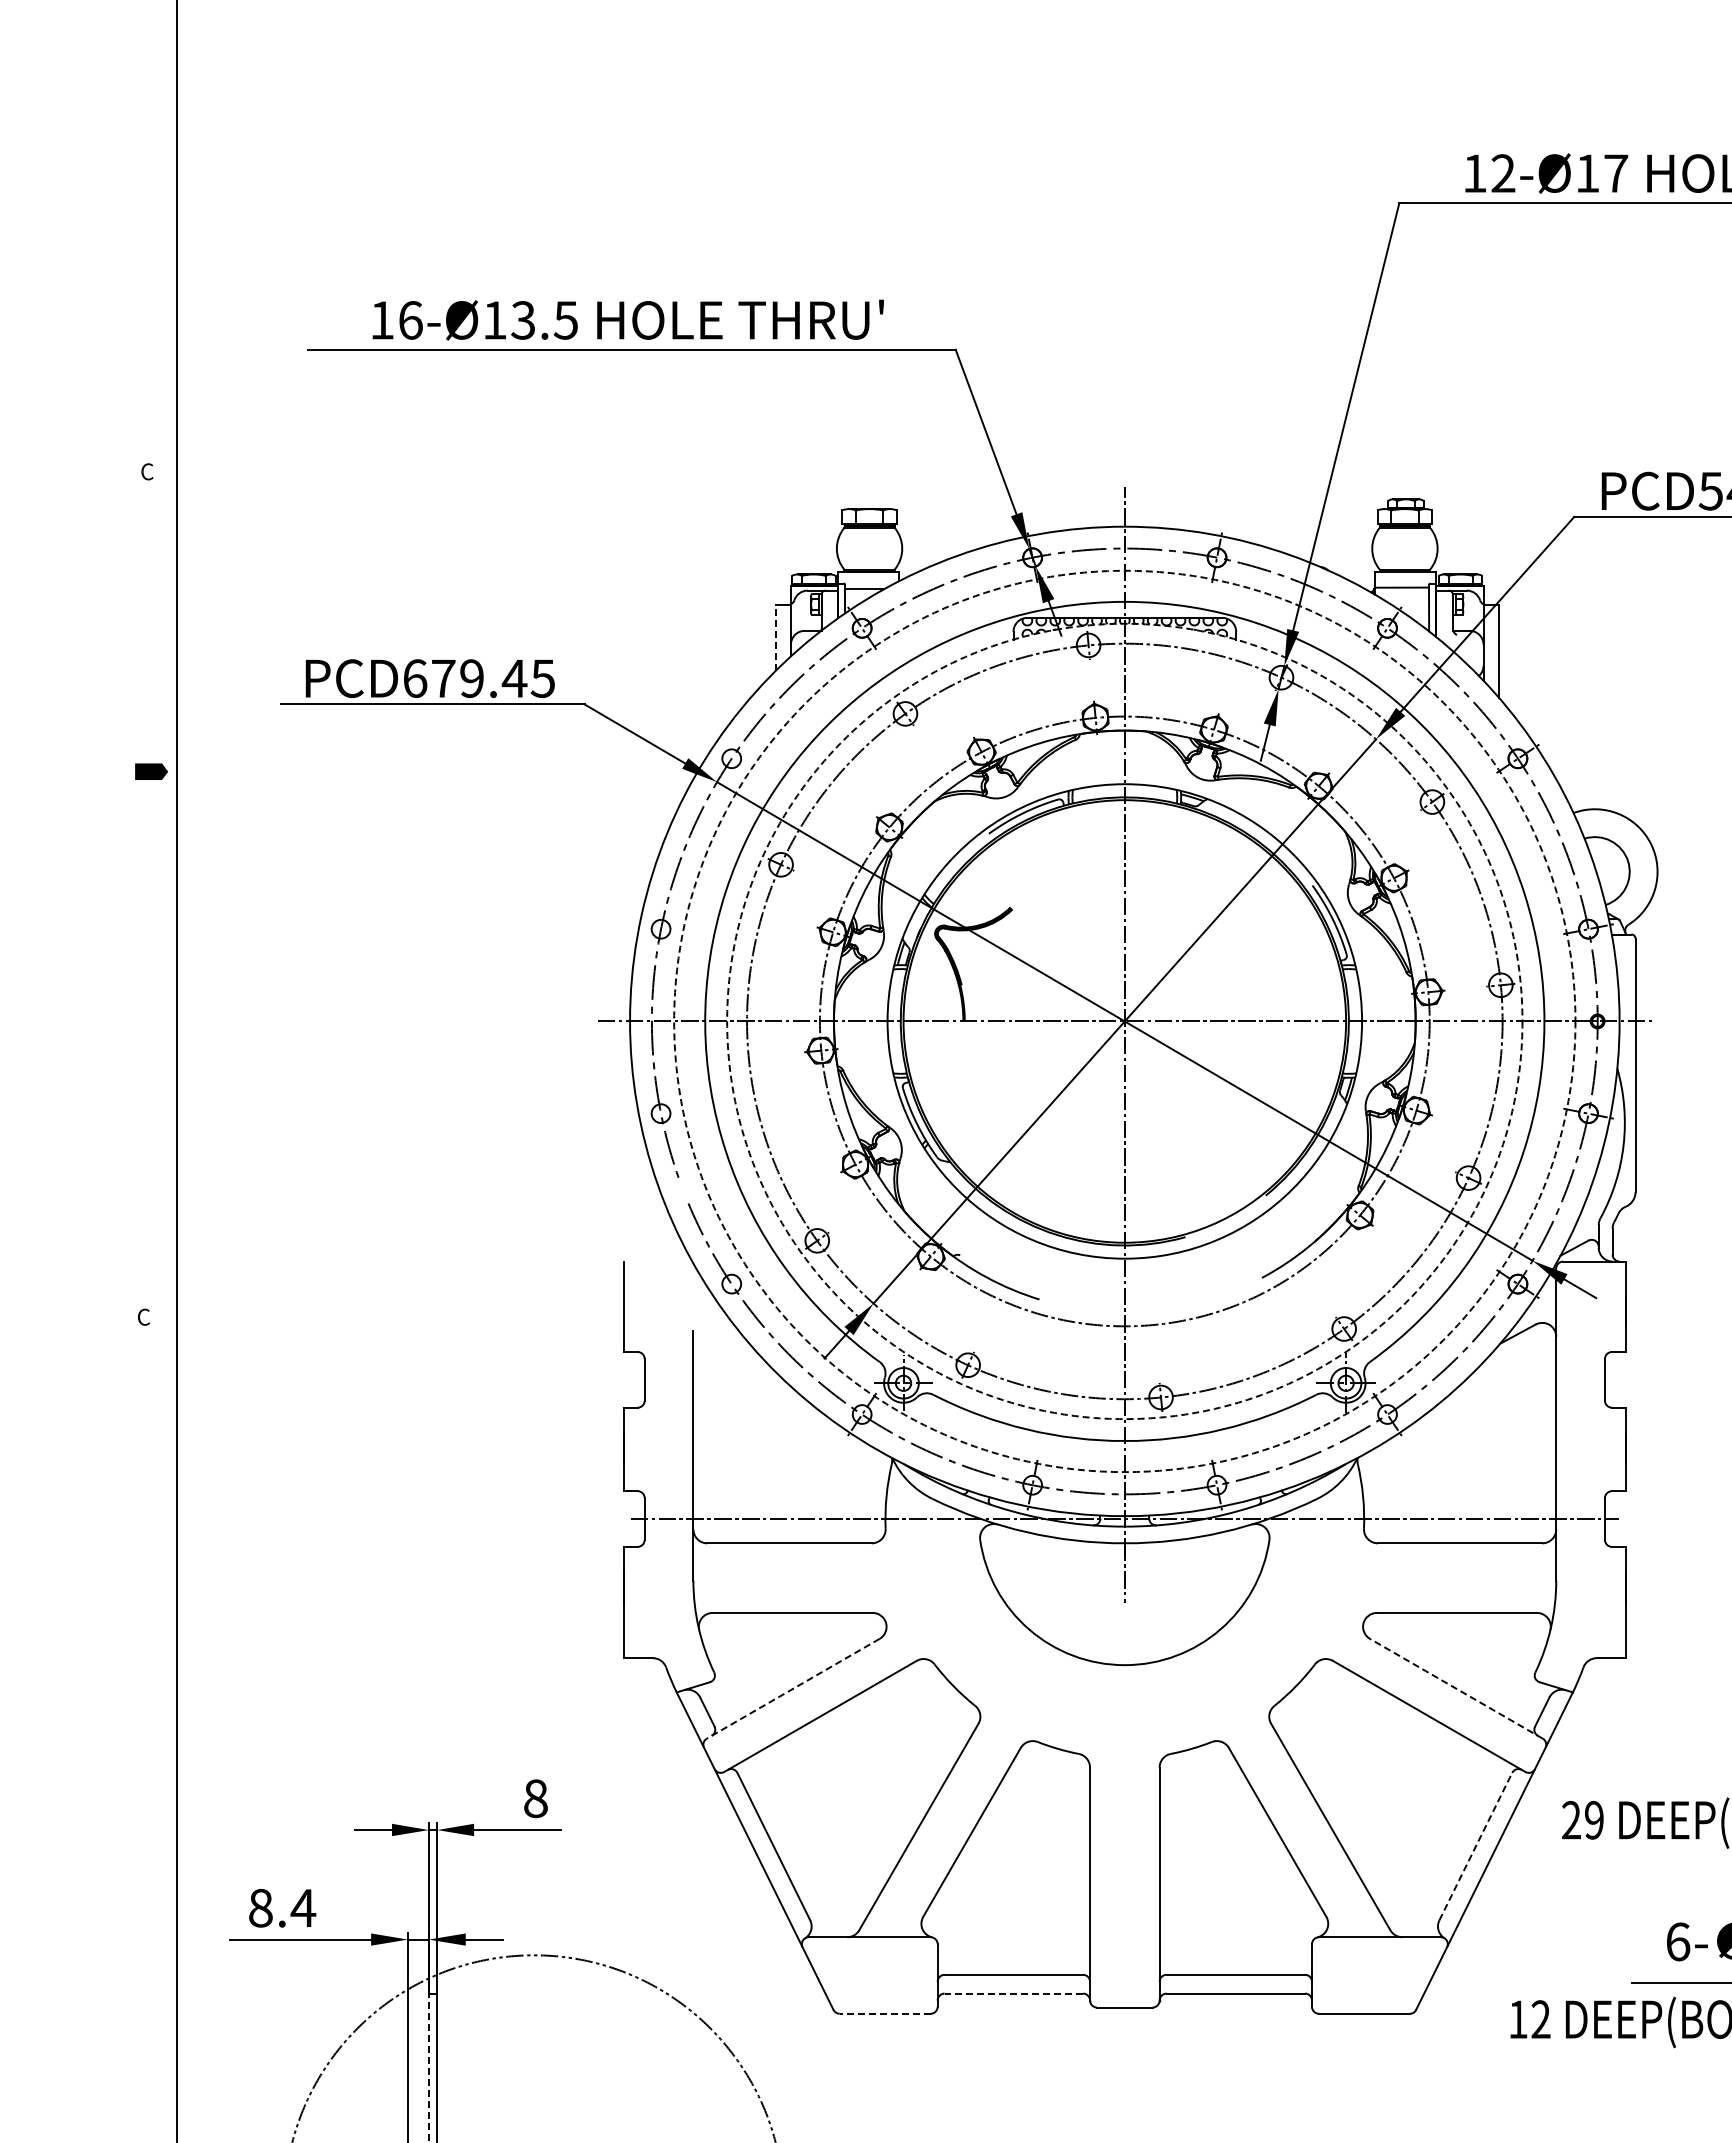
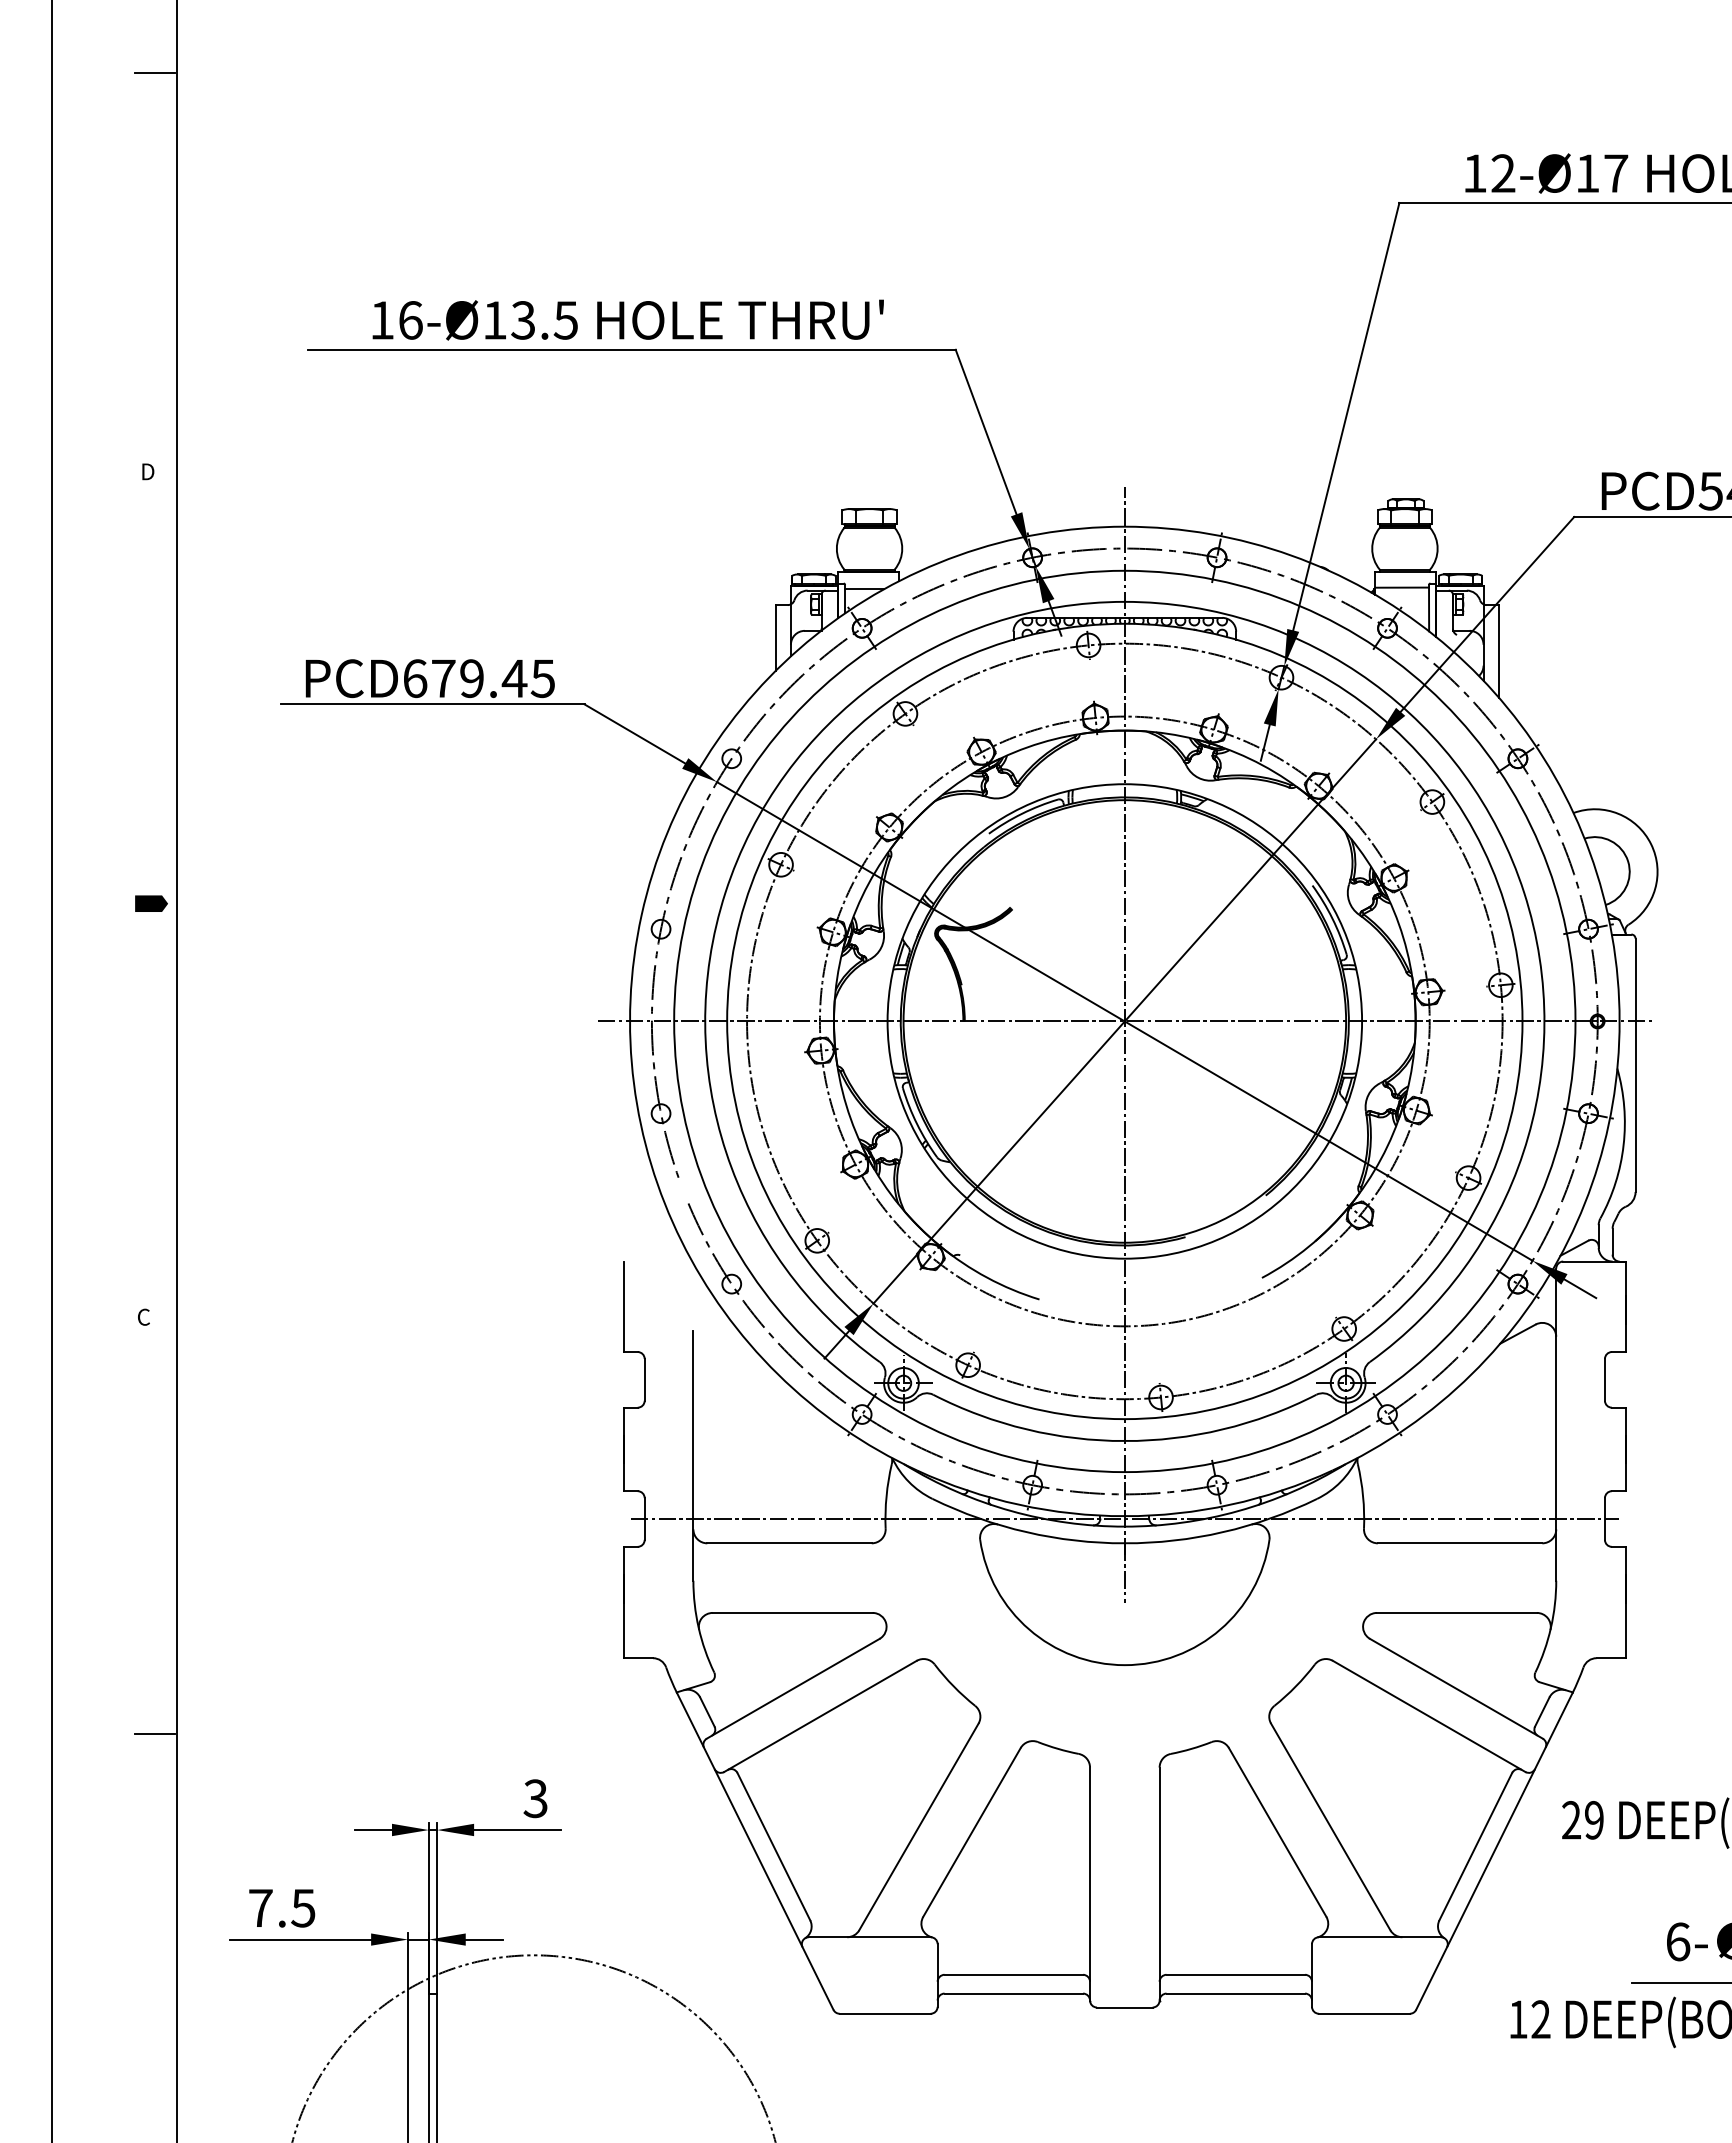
line at (155, 73): none -> present
text at (147, 471): C -> D
line at (775, 638): dashed -> solid
line at (151, 771) position: (151, 771) -> (151, 903)
circle at (1124, 1021): dashed -> solid
circle at (1124, 1021): dashed -> solid
line at (52, 1070): none -> present
line at (793, 1688): dashed -> solid
line at (1456, 1688): dashed -> solid
line at (155, 1733): none -> present
text at (535, 1798): 8 -> 3
line at (1476, 1846): dashed -> solid
text at (282, 1908): 8.4 -> 7.5
line at (1013, 1993): dashed -> solid
line at (884, 2013): dashed -> solid
line at (428, 2067): dashed -> solid
